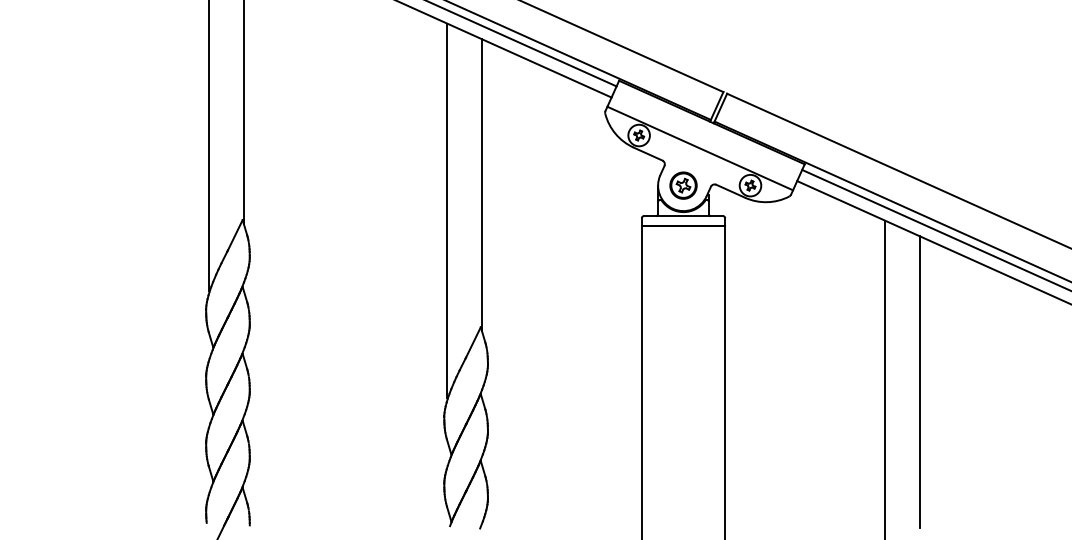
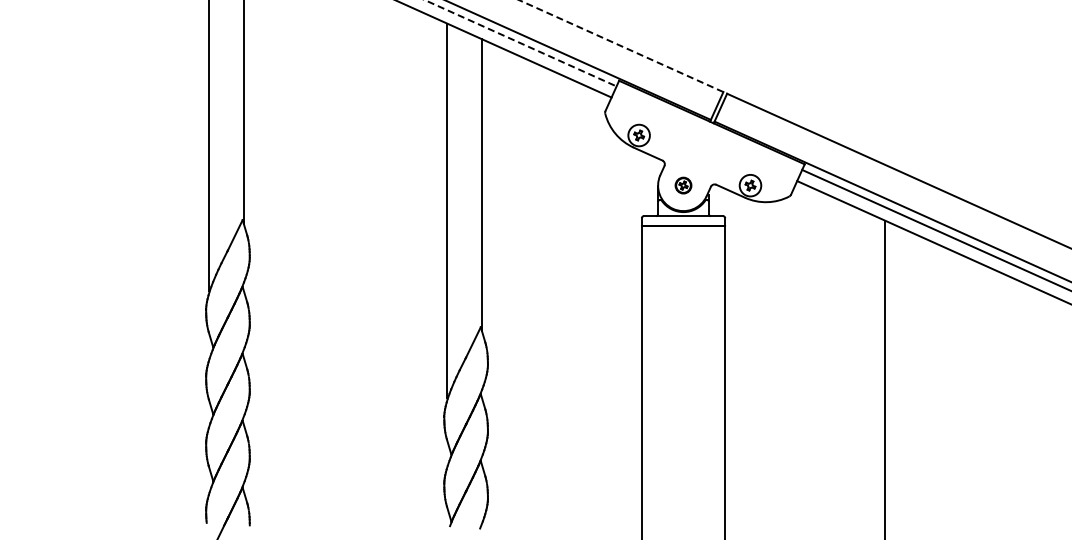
line at (520, 43): solid -> dashed
line at (621, 46): solid -> dashed
line at (700, 148): present -> none
part at (683, 185) size: 29x29 px -> 19x19 px
line at (919, 382): present -> none
